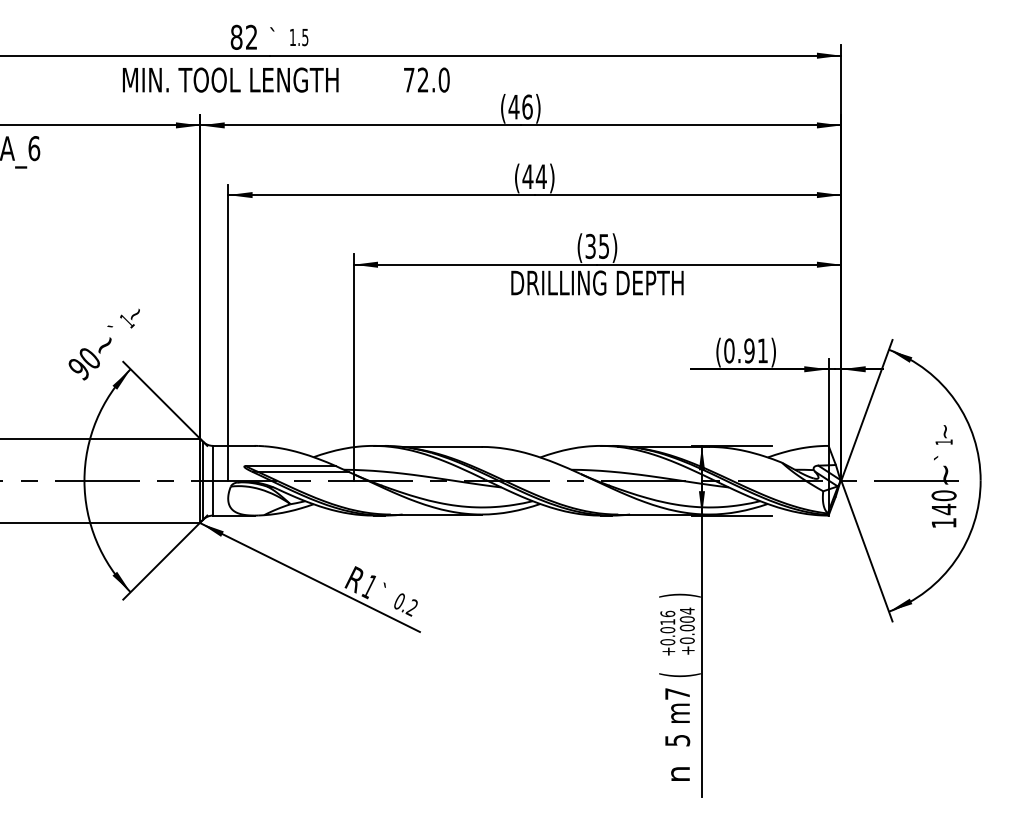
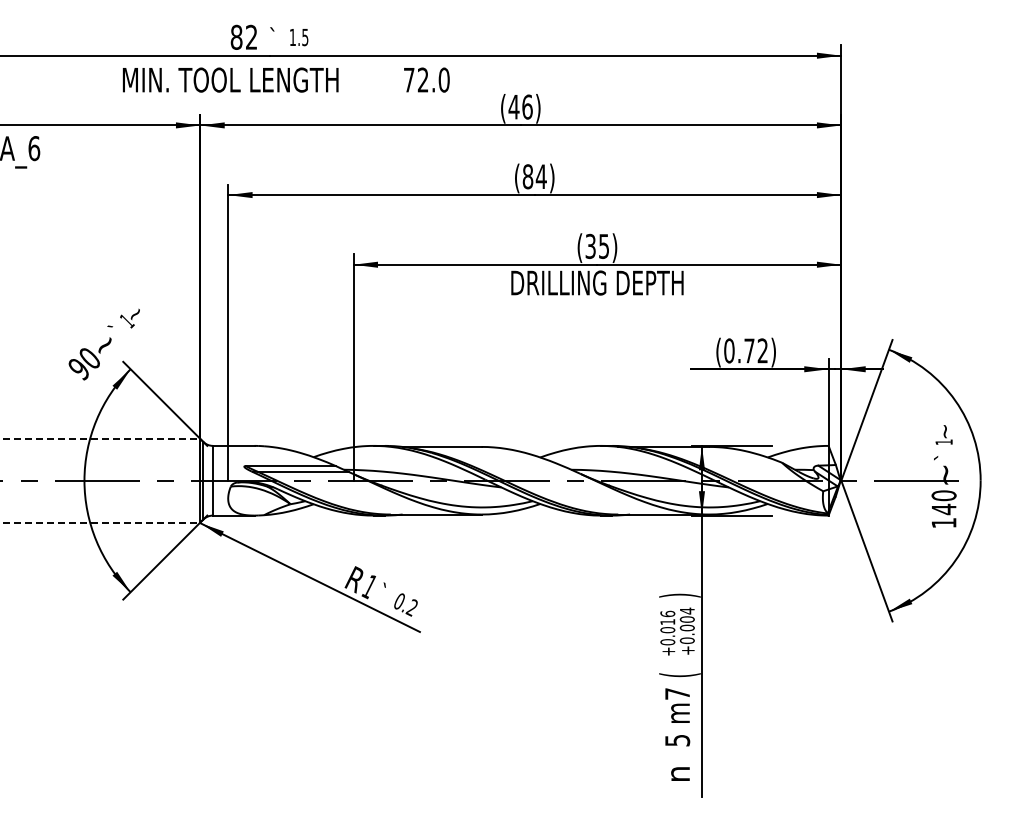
text at (527, 176): (44) -> (84)
text at (755, 350): (0.91) -> (0.72)
line at (100, 438): solid -> dashed
line at (100, 522): solid -> dashed
